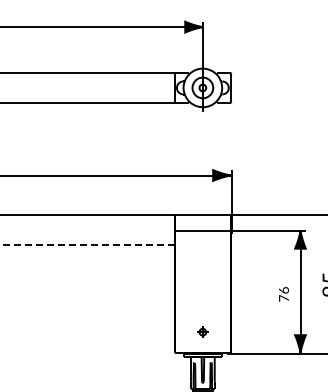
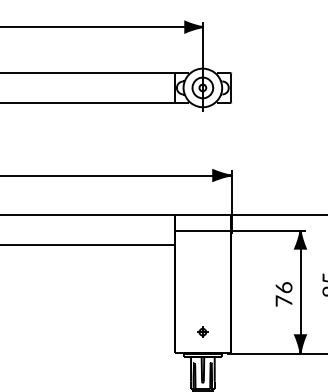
line at (87, 244): dashed -> solid
part at (283, 294) size: 10x15 px -> 18x25 px
